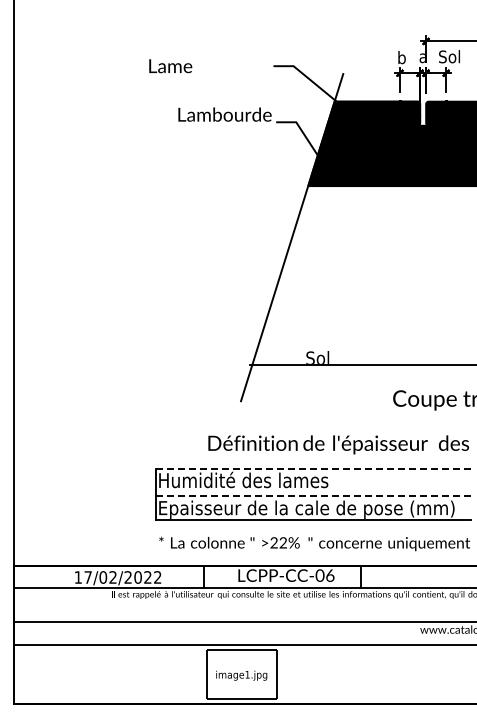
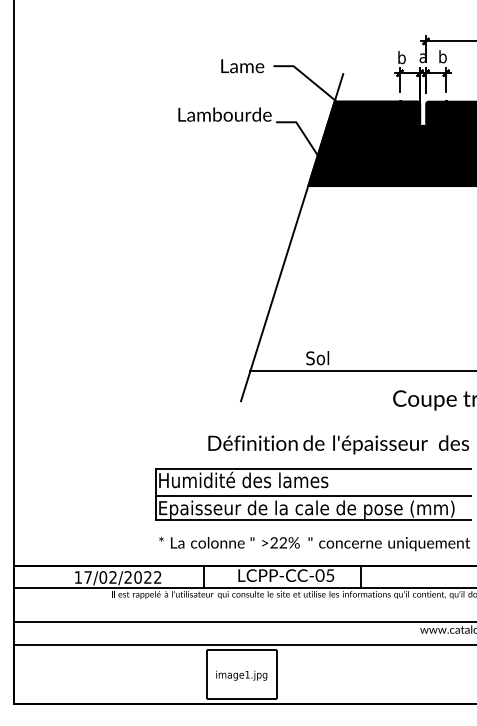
text at (449, 56): Sol -> b
text at (170, 66) position: (170, 66) -> (242, 66)
line at (361, 365) position: (361, 365) -> (361, 371)
line at (313, 468): dashed -> solid
line at (313, 495): dashed -> solid
text at (330, 575): \c16711848;LCPP-CC-06 -> \c16711848;LCPP-CC-05
